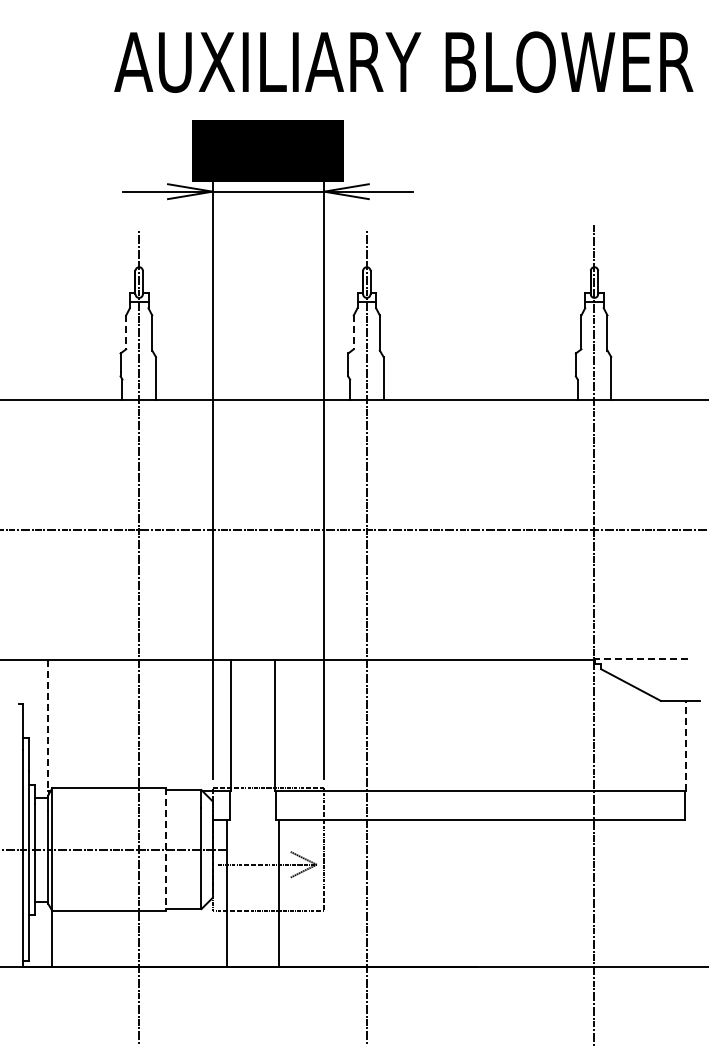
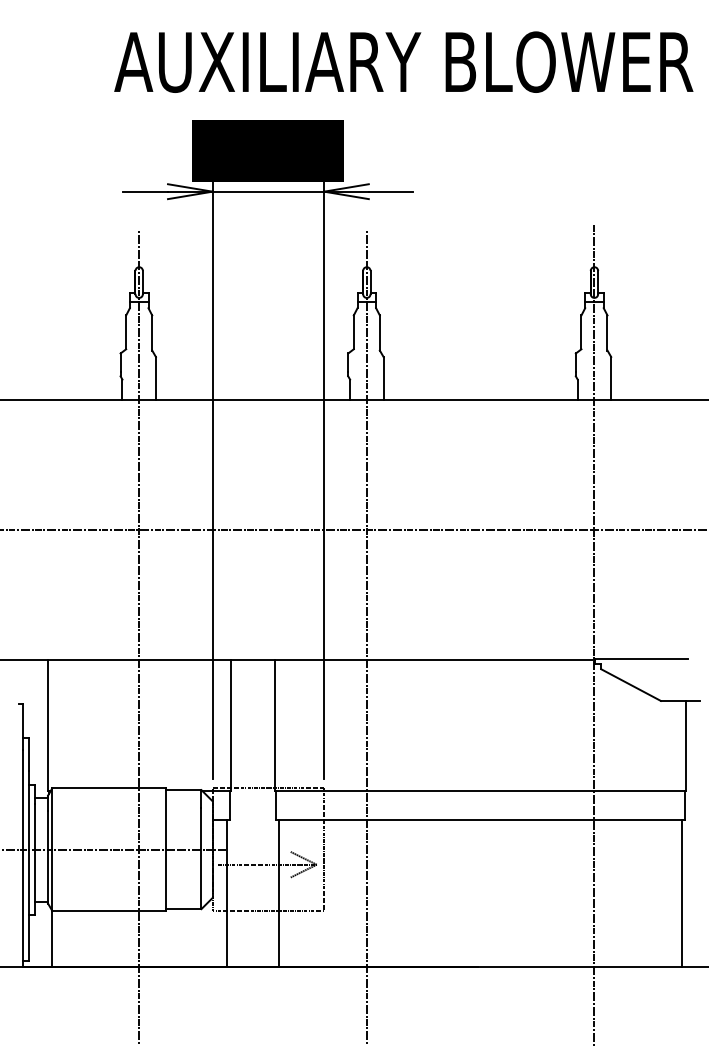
line at (126, 332): dashed -> solid
line at (353, 332): dashed -> solid
line at (641, 658): dashed -> solid
line at (47, 725): dashed -> solid
line at (685, 745): dashed -> solid
line at (166, 850): dashed -> solid
line at (681, 893): none -> present
